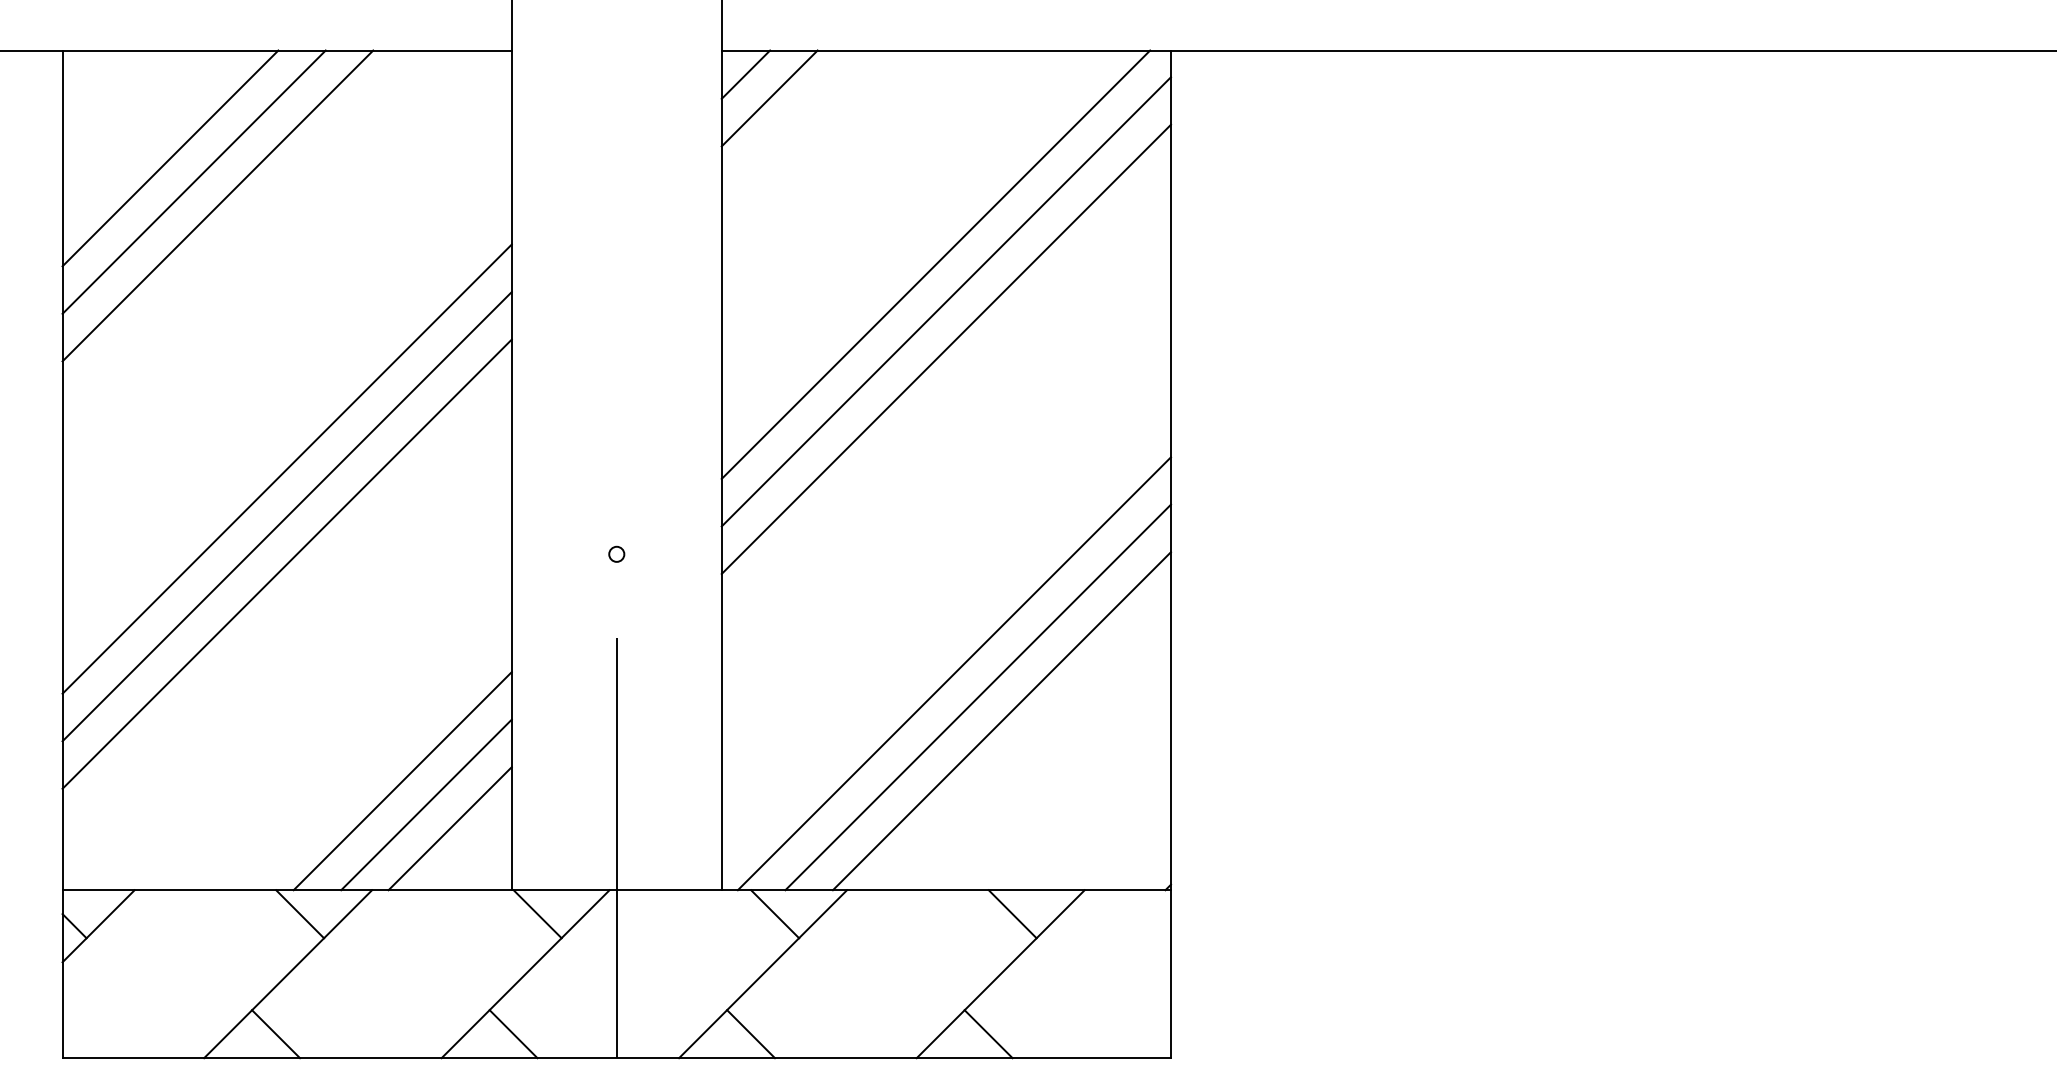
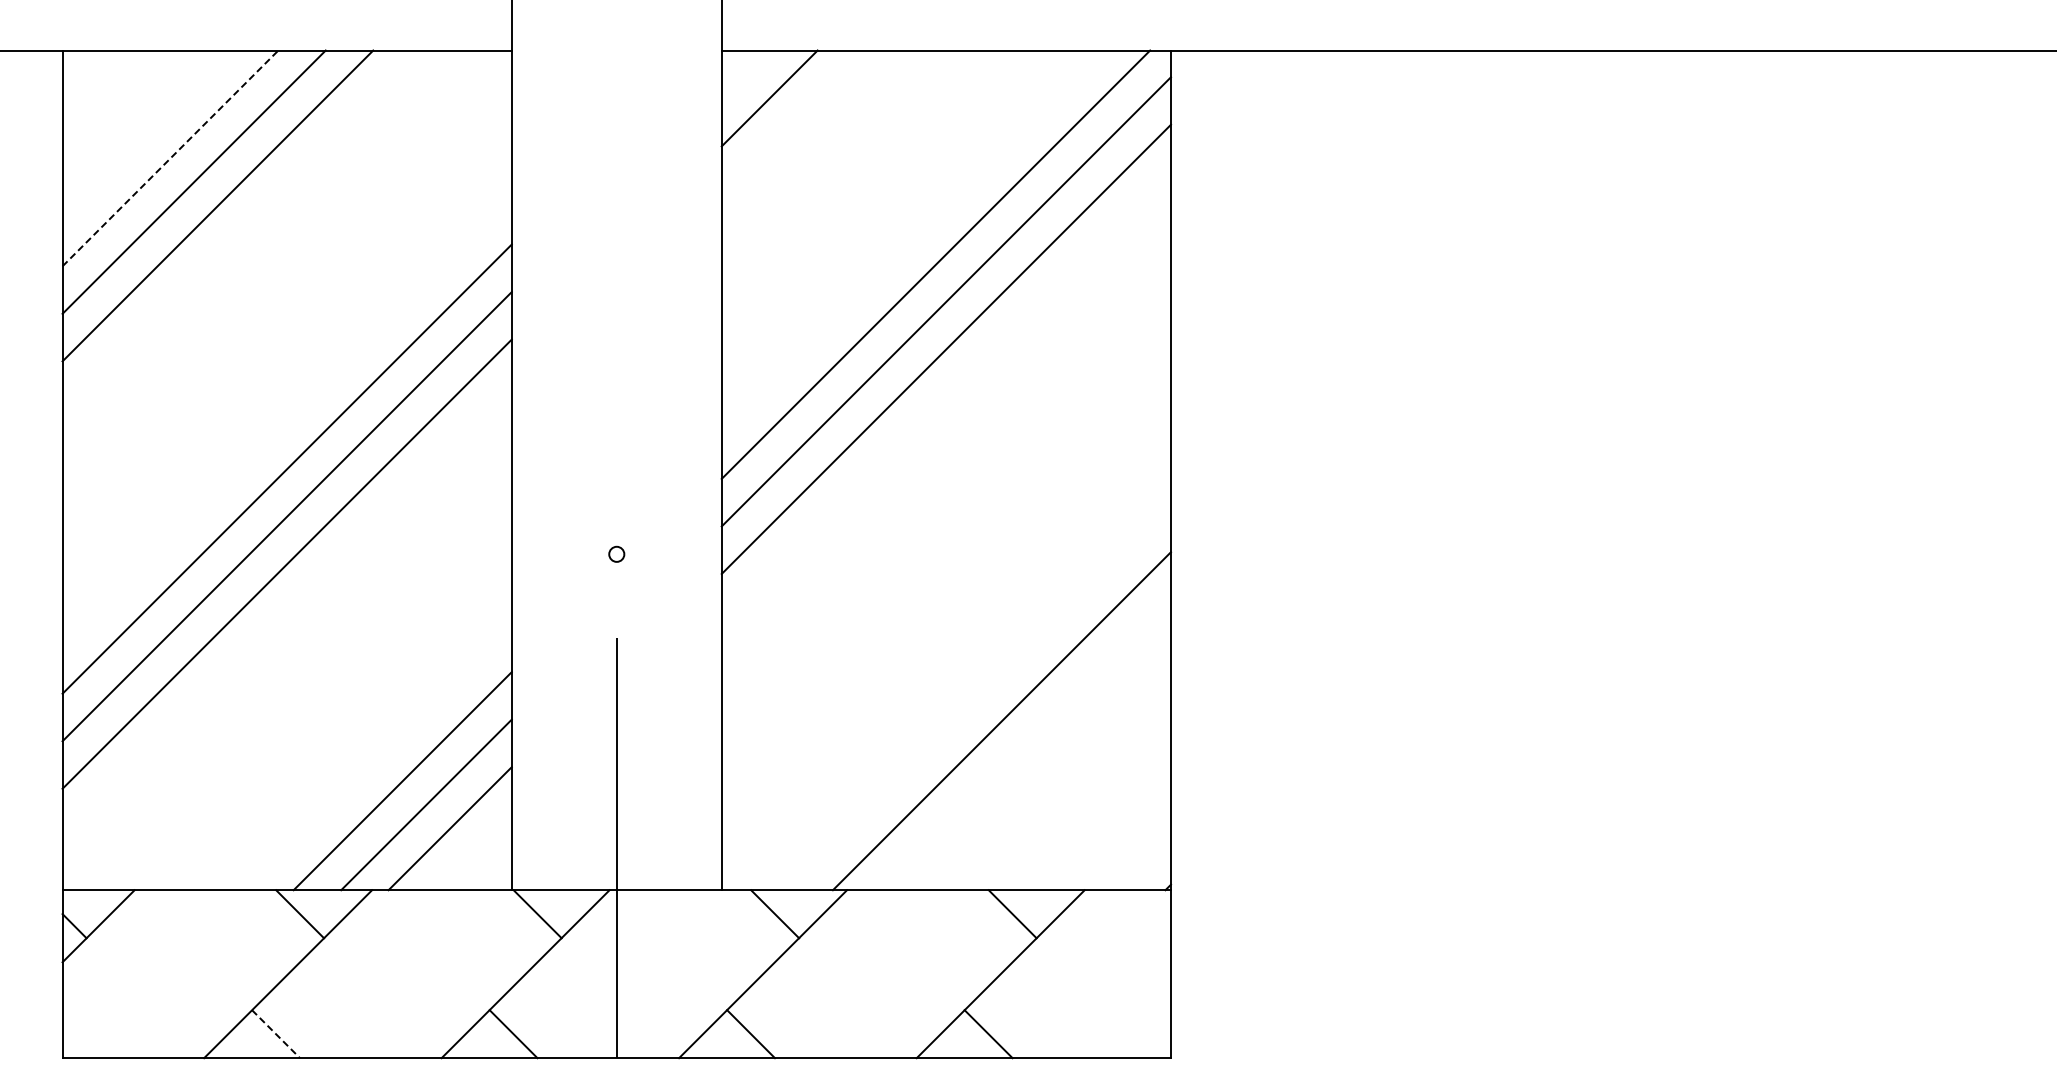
line at (745, 74): present -> none
line at (170, 158): solid -> dashed
line at (953, 673): present -> none
line at (977, 697): present -> none
line at (276, 1034): solid -> dashed
